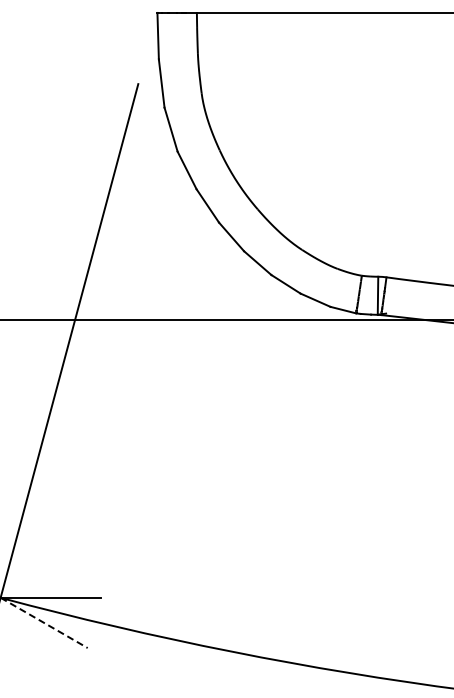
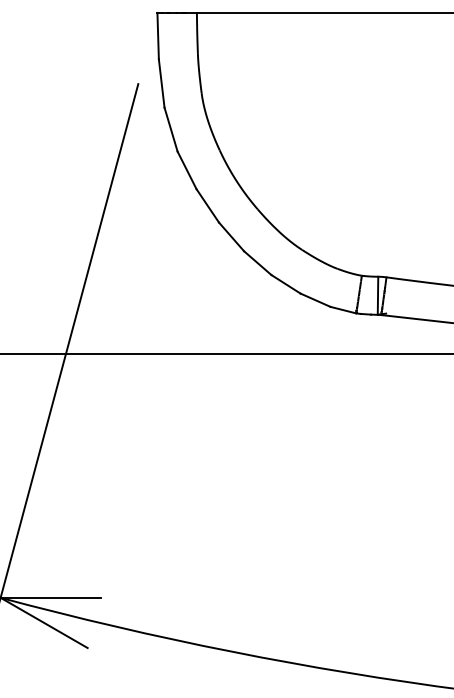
line at (226, 320) position: (226, 320) -> (226, 354)
line at (44, 623): dashed -> solid
